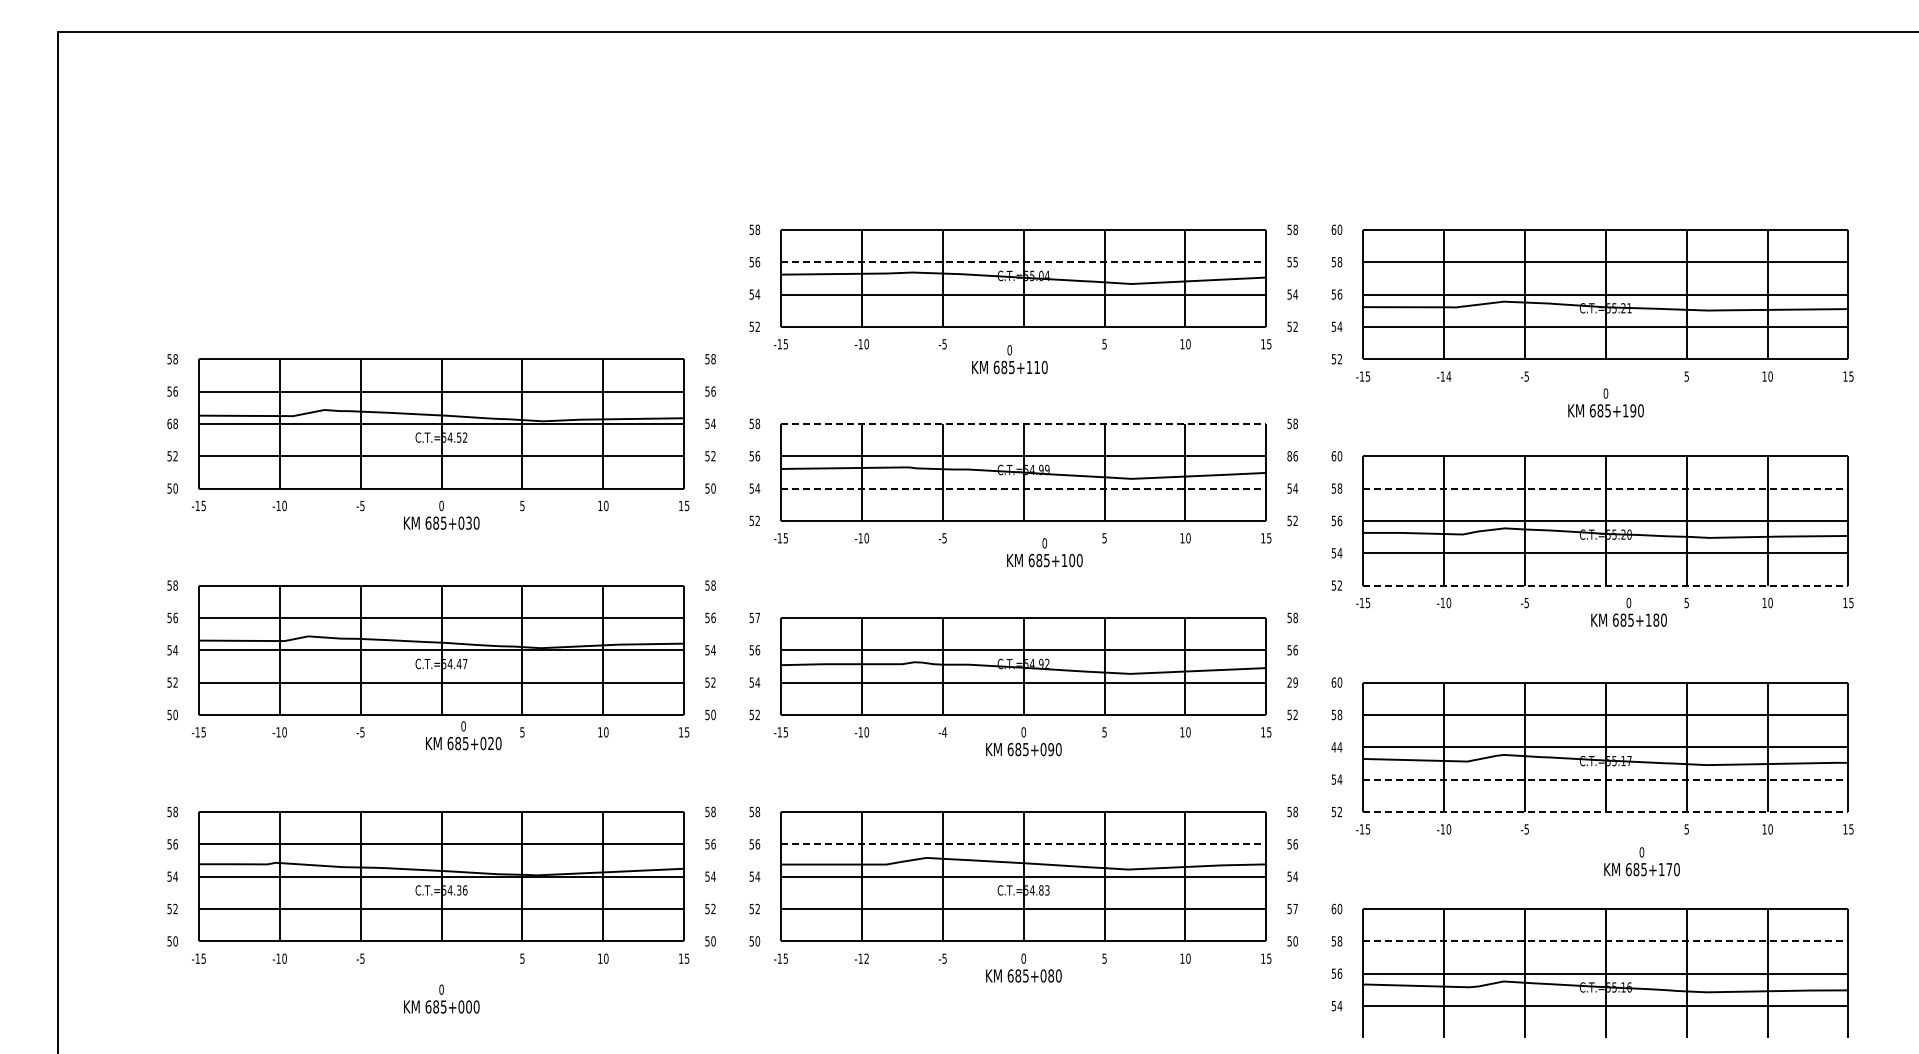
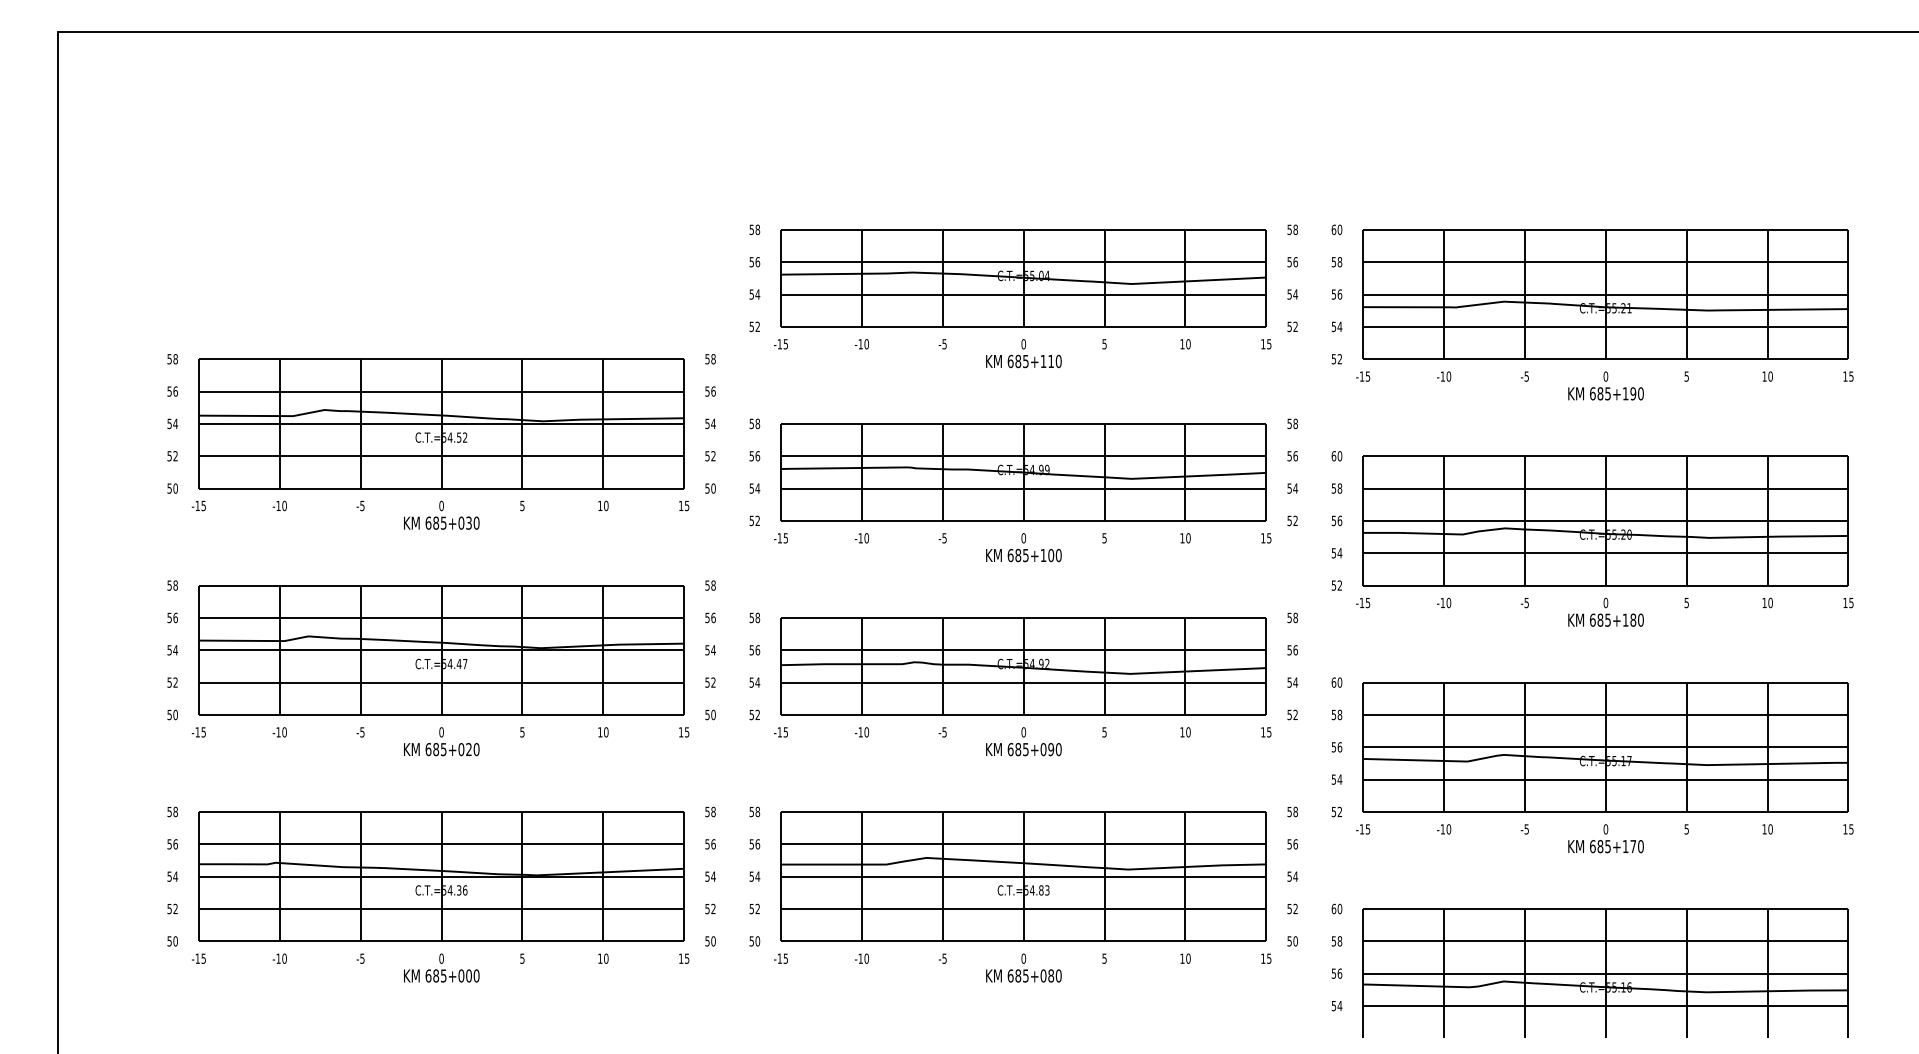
line at (1023, 262): dashed -> solid
text at (1295, 262): 55 -> 56
text at (1009, 359) position: (1009, 359) -> (1023, 353)
text at (1448, 376): -14 -> -10
text at (1605, 402) position: (1605, 402) -> (1605, 385)
text at (172, 423): 68 -> 54
line at (1023, 423): dashed -> solid
text at (1289, 456): 86 -> 56
line at (1023, 488): dashed -> solid
line at (1605, 488): dashed -> solid
text at (1044, 552) position: (1044, 552) -> (1023, 547)
line at (1605, 585): dashed -> solid
text at (1628, 611) position: (1628, 611) -> (1605, 611)
text at (757, 617): 57 -> 58
text at (1292, 682): 29 -> 54
text at (944, 732): -4 -> -5
text at (463, 735) position: (463, 735) -> (441, 741)
text at (1336, 747): 44 -> 56
line at (1605, 779): dashed -> solid
line at (1605, 812): dashed -> solid
line at (1023, 844): dashed -> solid
text at (1641, 861) position: (1641, 861) -> (1605, 838)
text at (1295, 908): 57 -> 52
line at (1605, 941): dashed -> solid
text at (866, 958): -12 -> -10
text at (441, 998) position: (441, 998) -> (441, 967)
